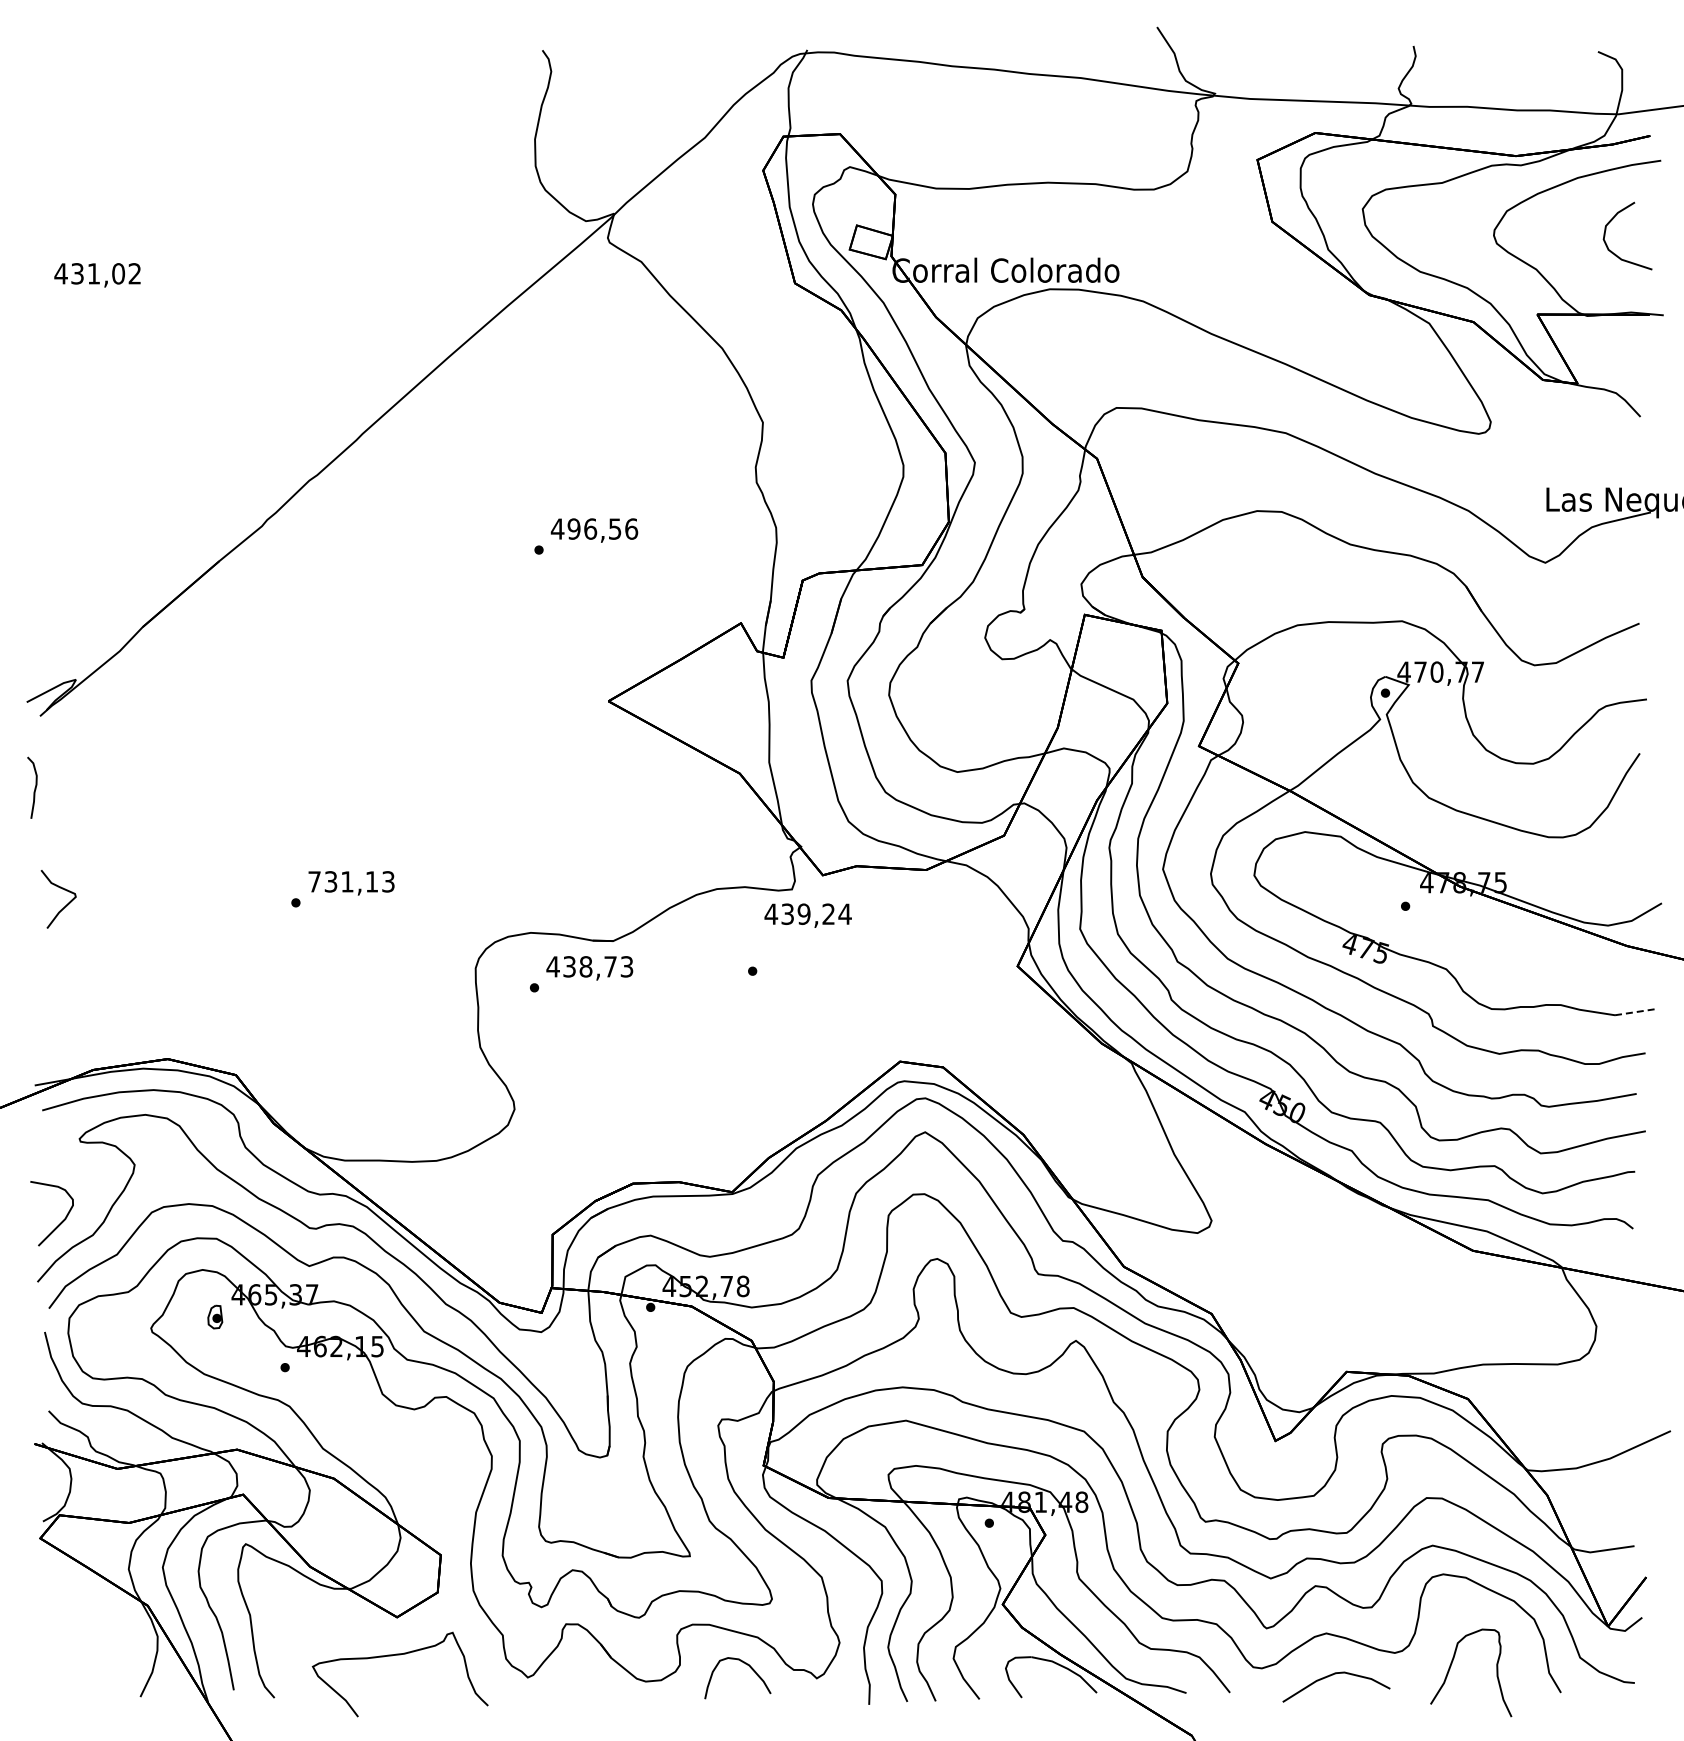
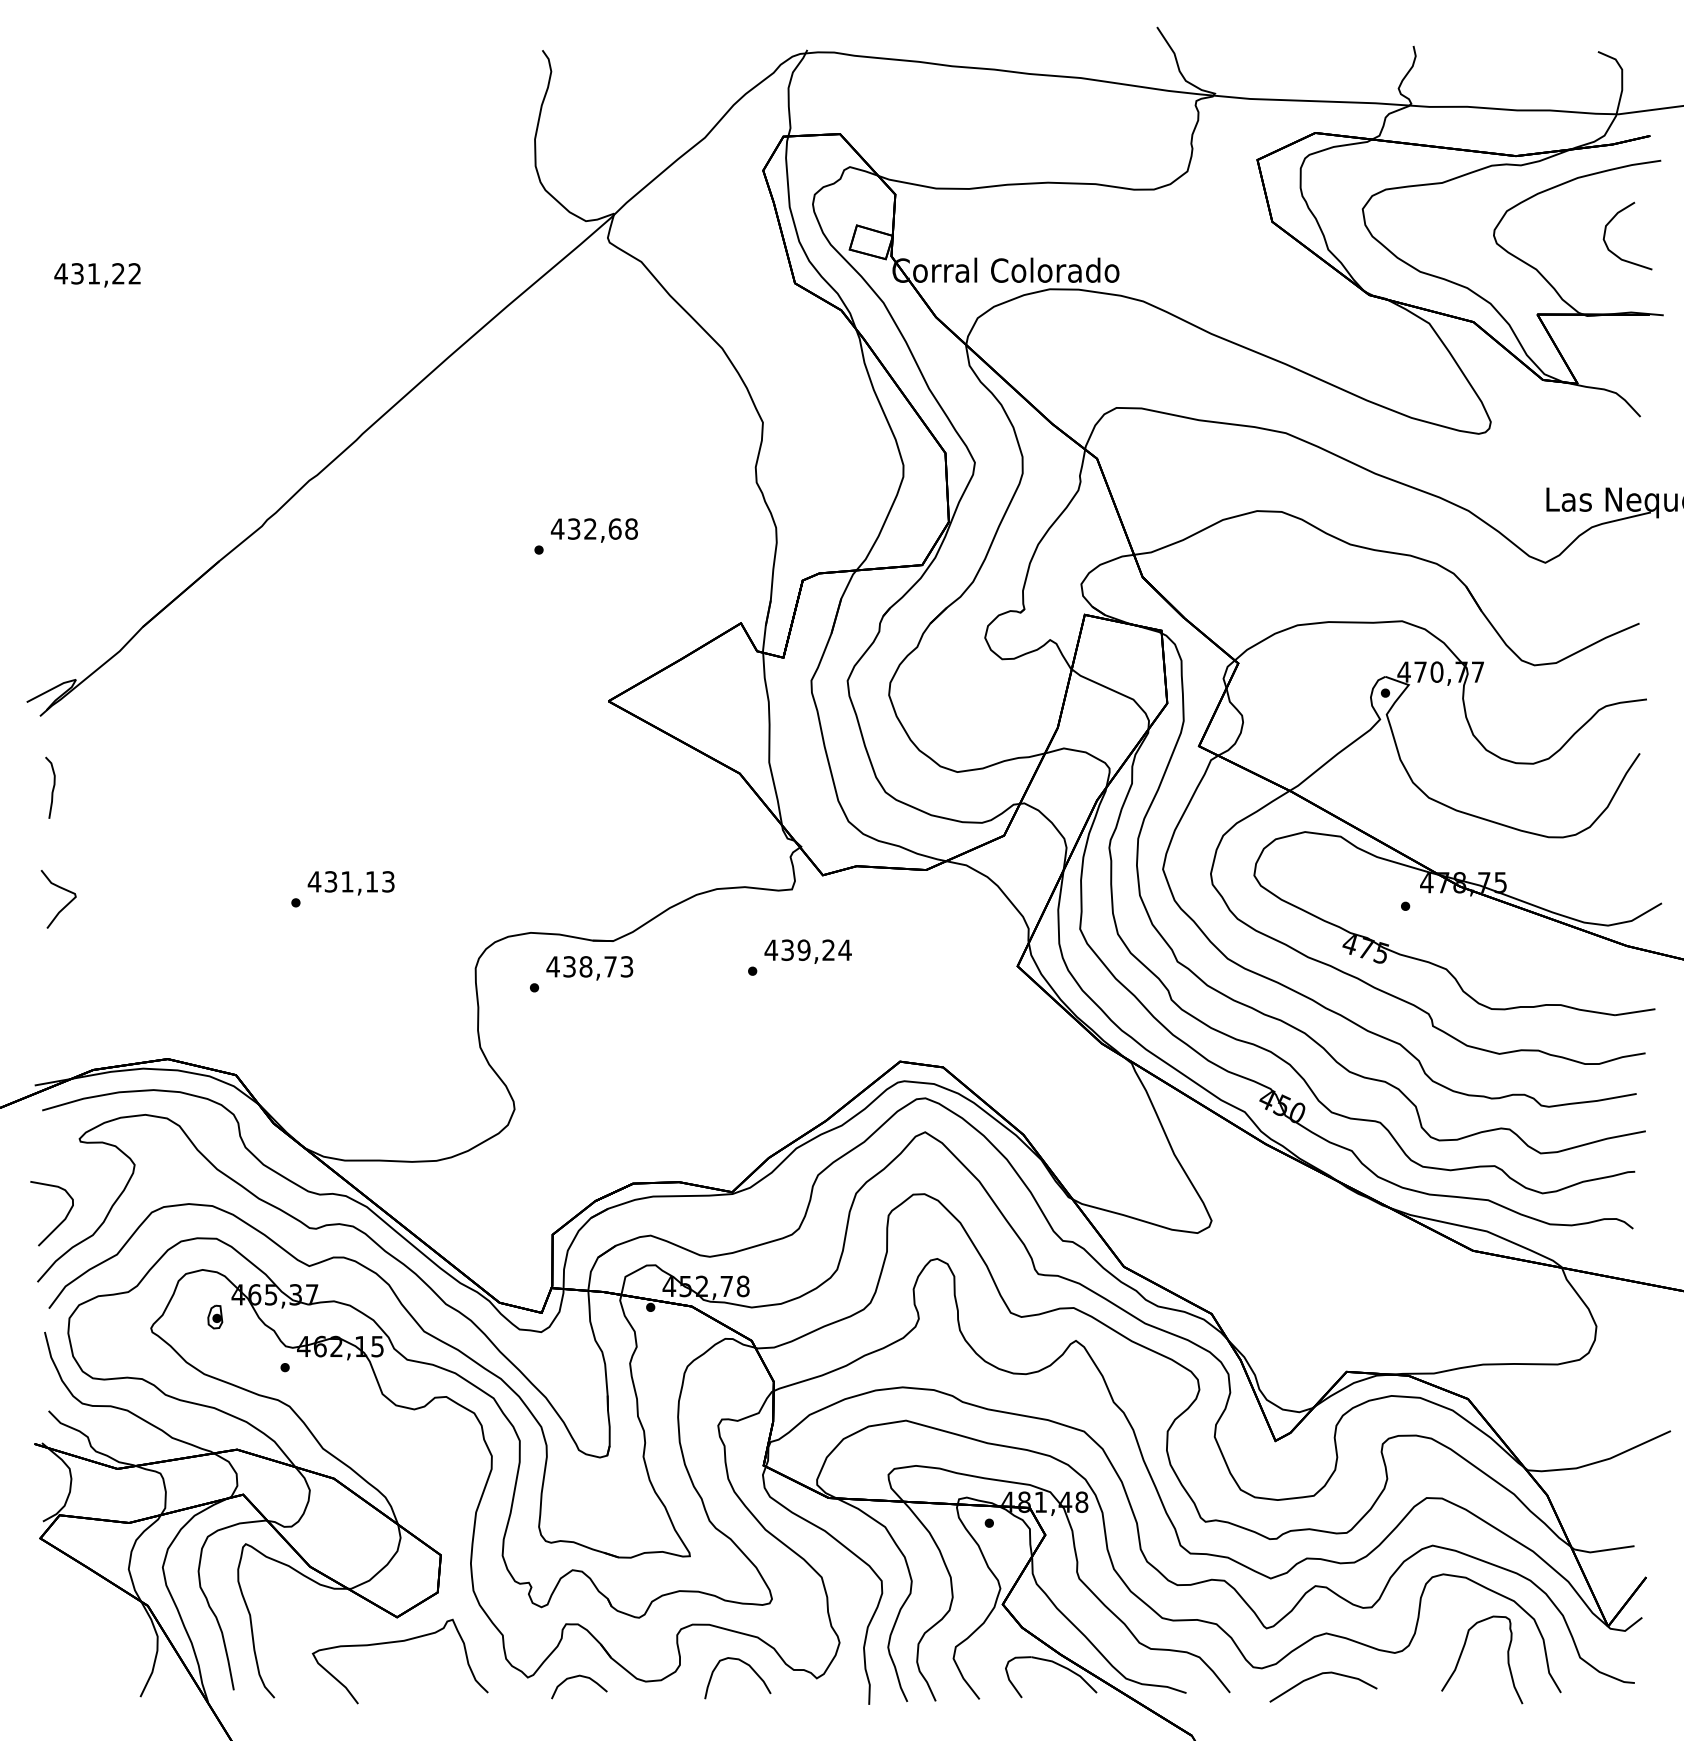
text at (118, 273): 431,02 -> 431,22
text at (602, 528): 496,56 -> 432,68
curve at (34, 787) position: (34, 787) -> (52, 787)
text at (314, 881): 731,13 -> 431,13
text at (807, 915) position: (807, 915) -> (807, 951)
line at (1635, 1012): dashed -> solid
curve at (399, 1655) position: (399, 1655) -> (399, 1642)
curve at (1451, 1666) position: (1451, 1666) -> (1462, 1653)
curve at (1333, 1675) position: (1333, 1675) -> (1320, 1675)
curve at (577, 1677): none -> present
